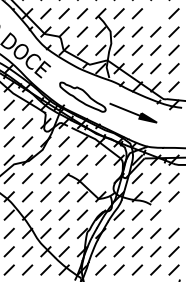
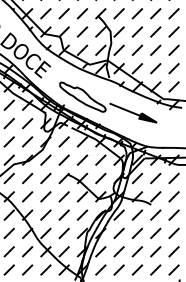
line at (155, 13): none -> present
line at (100, 178): none -> present
line at (173, 214): none -> present
